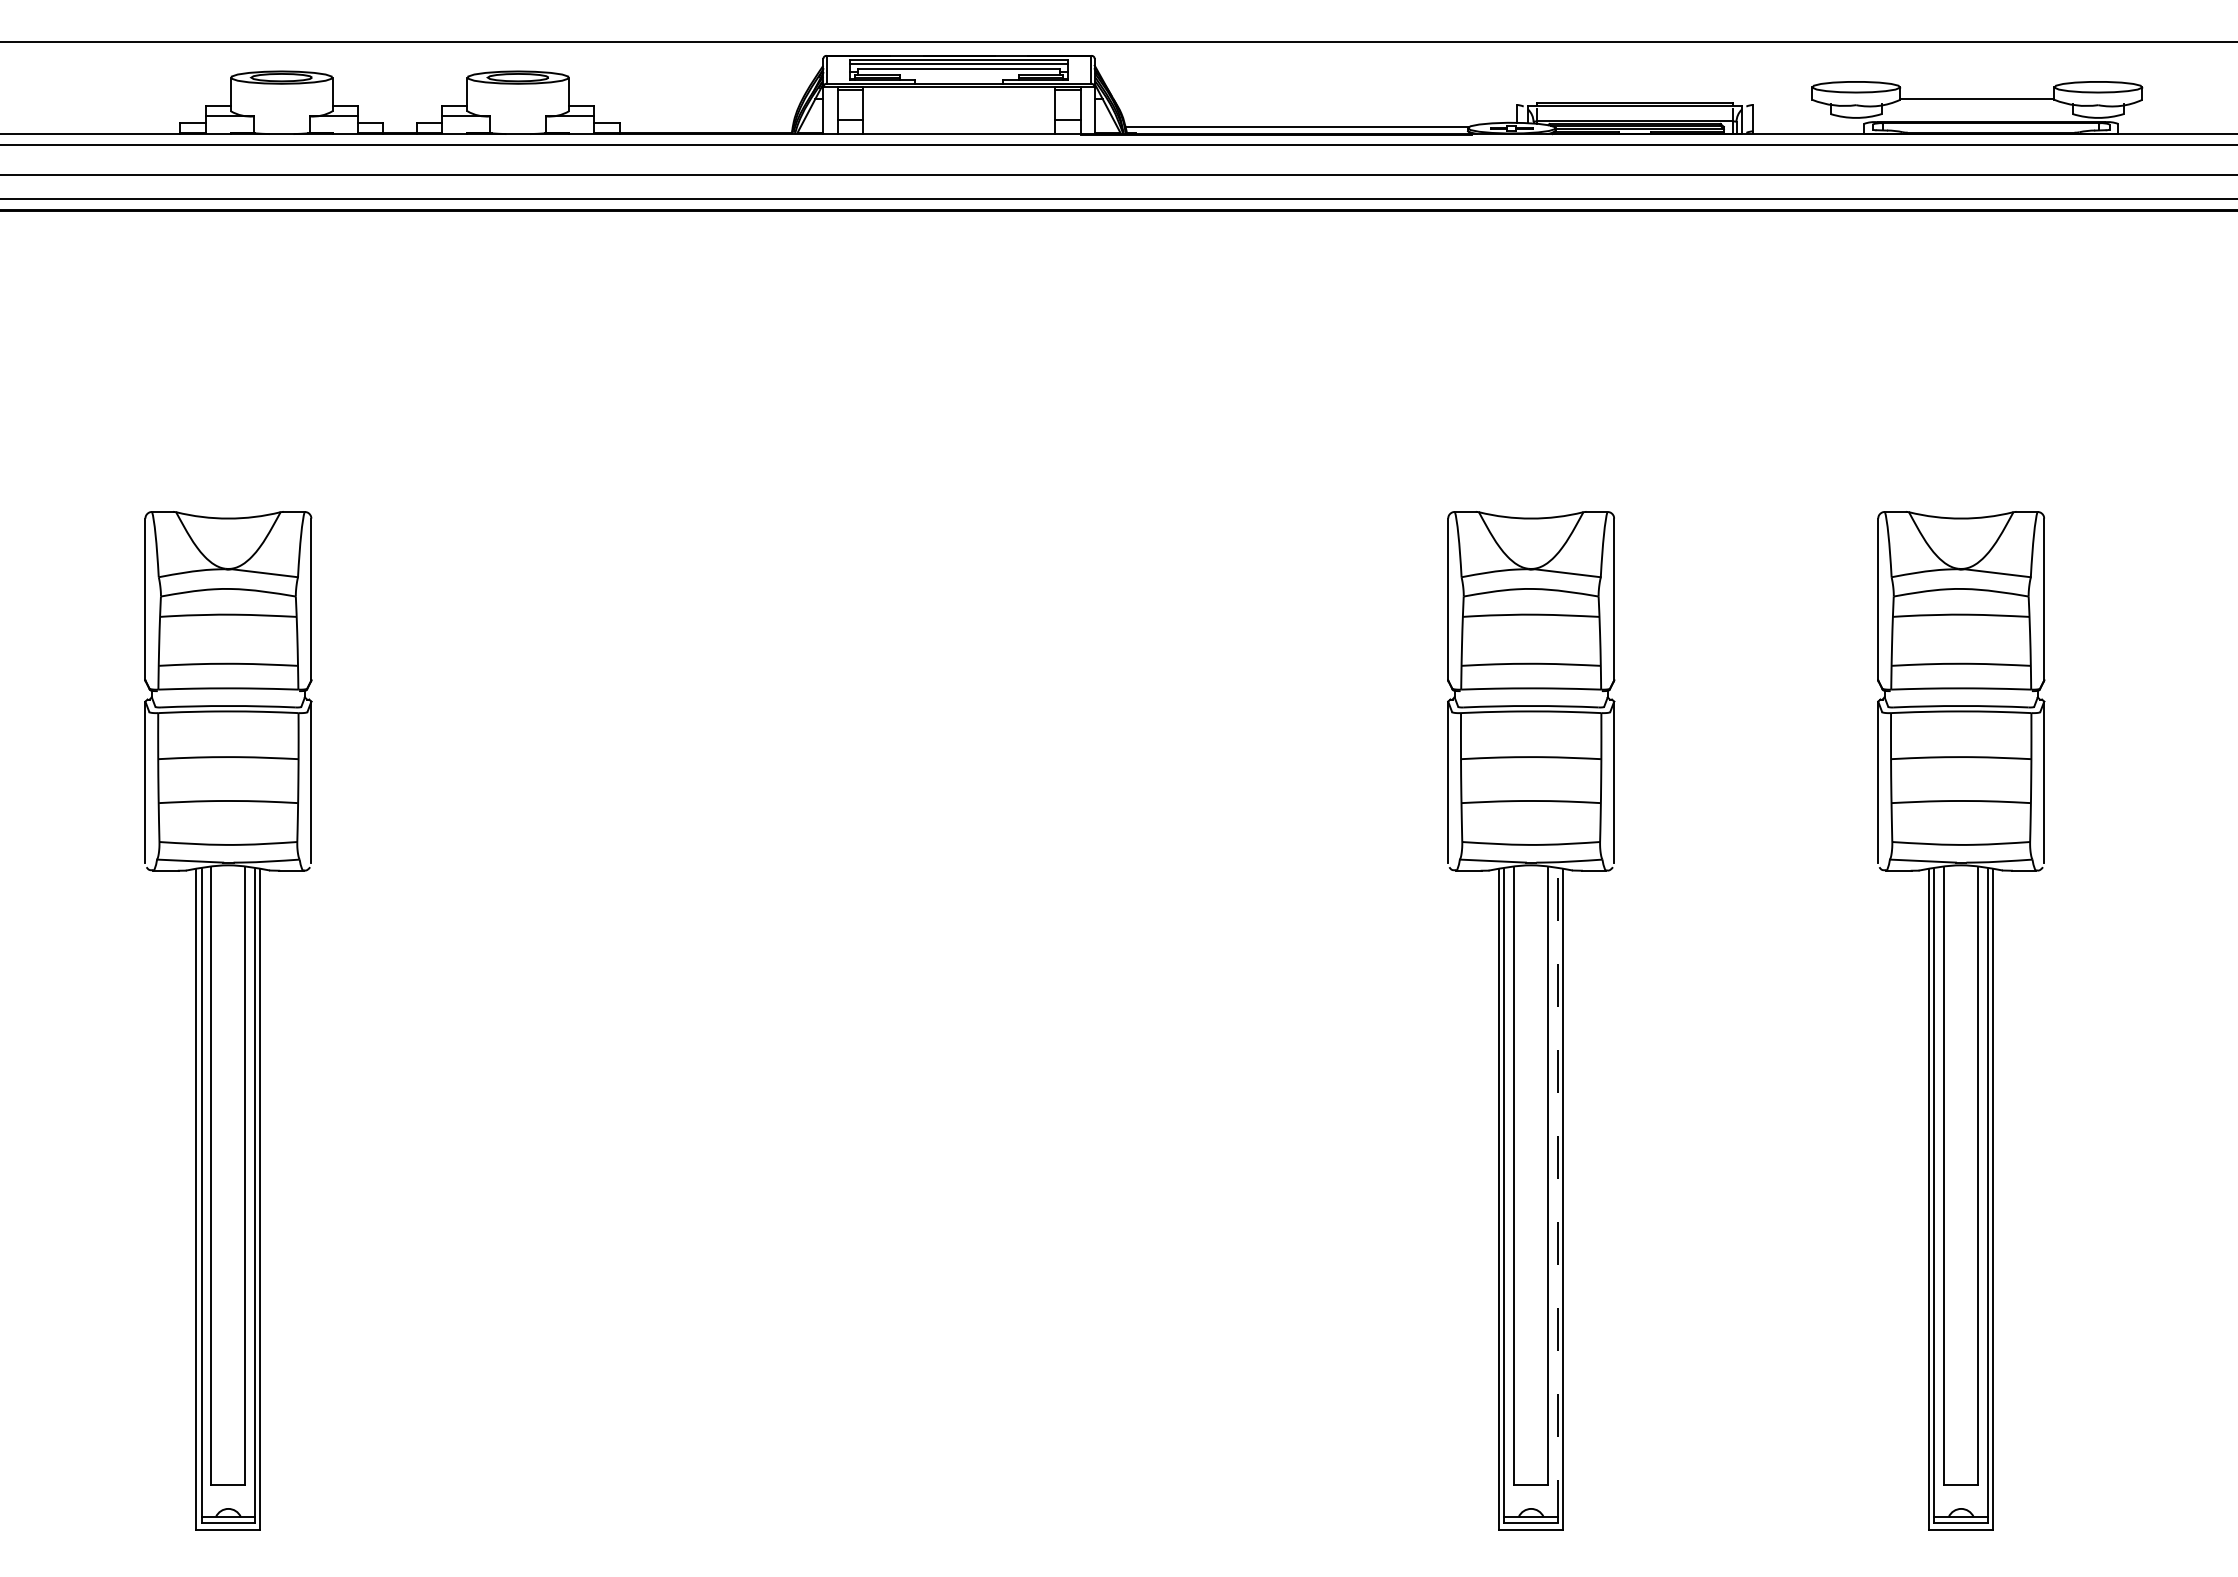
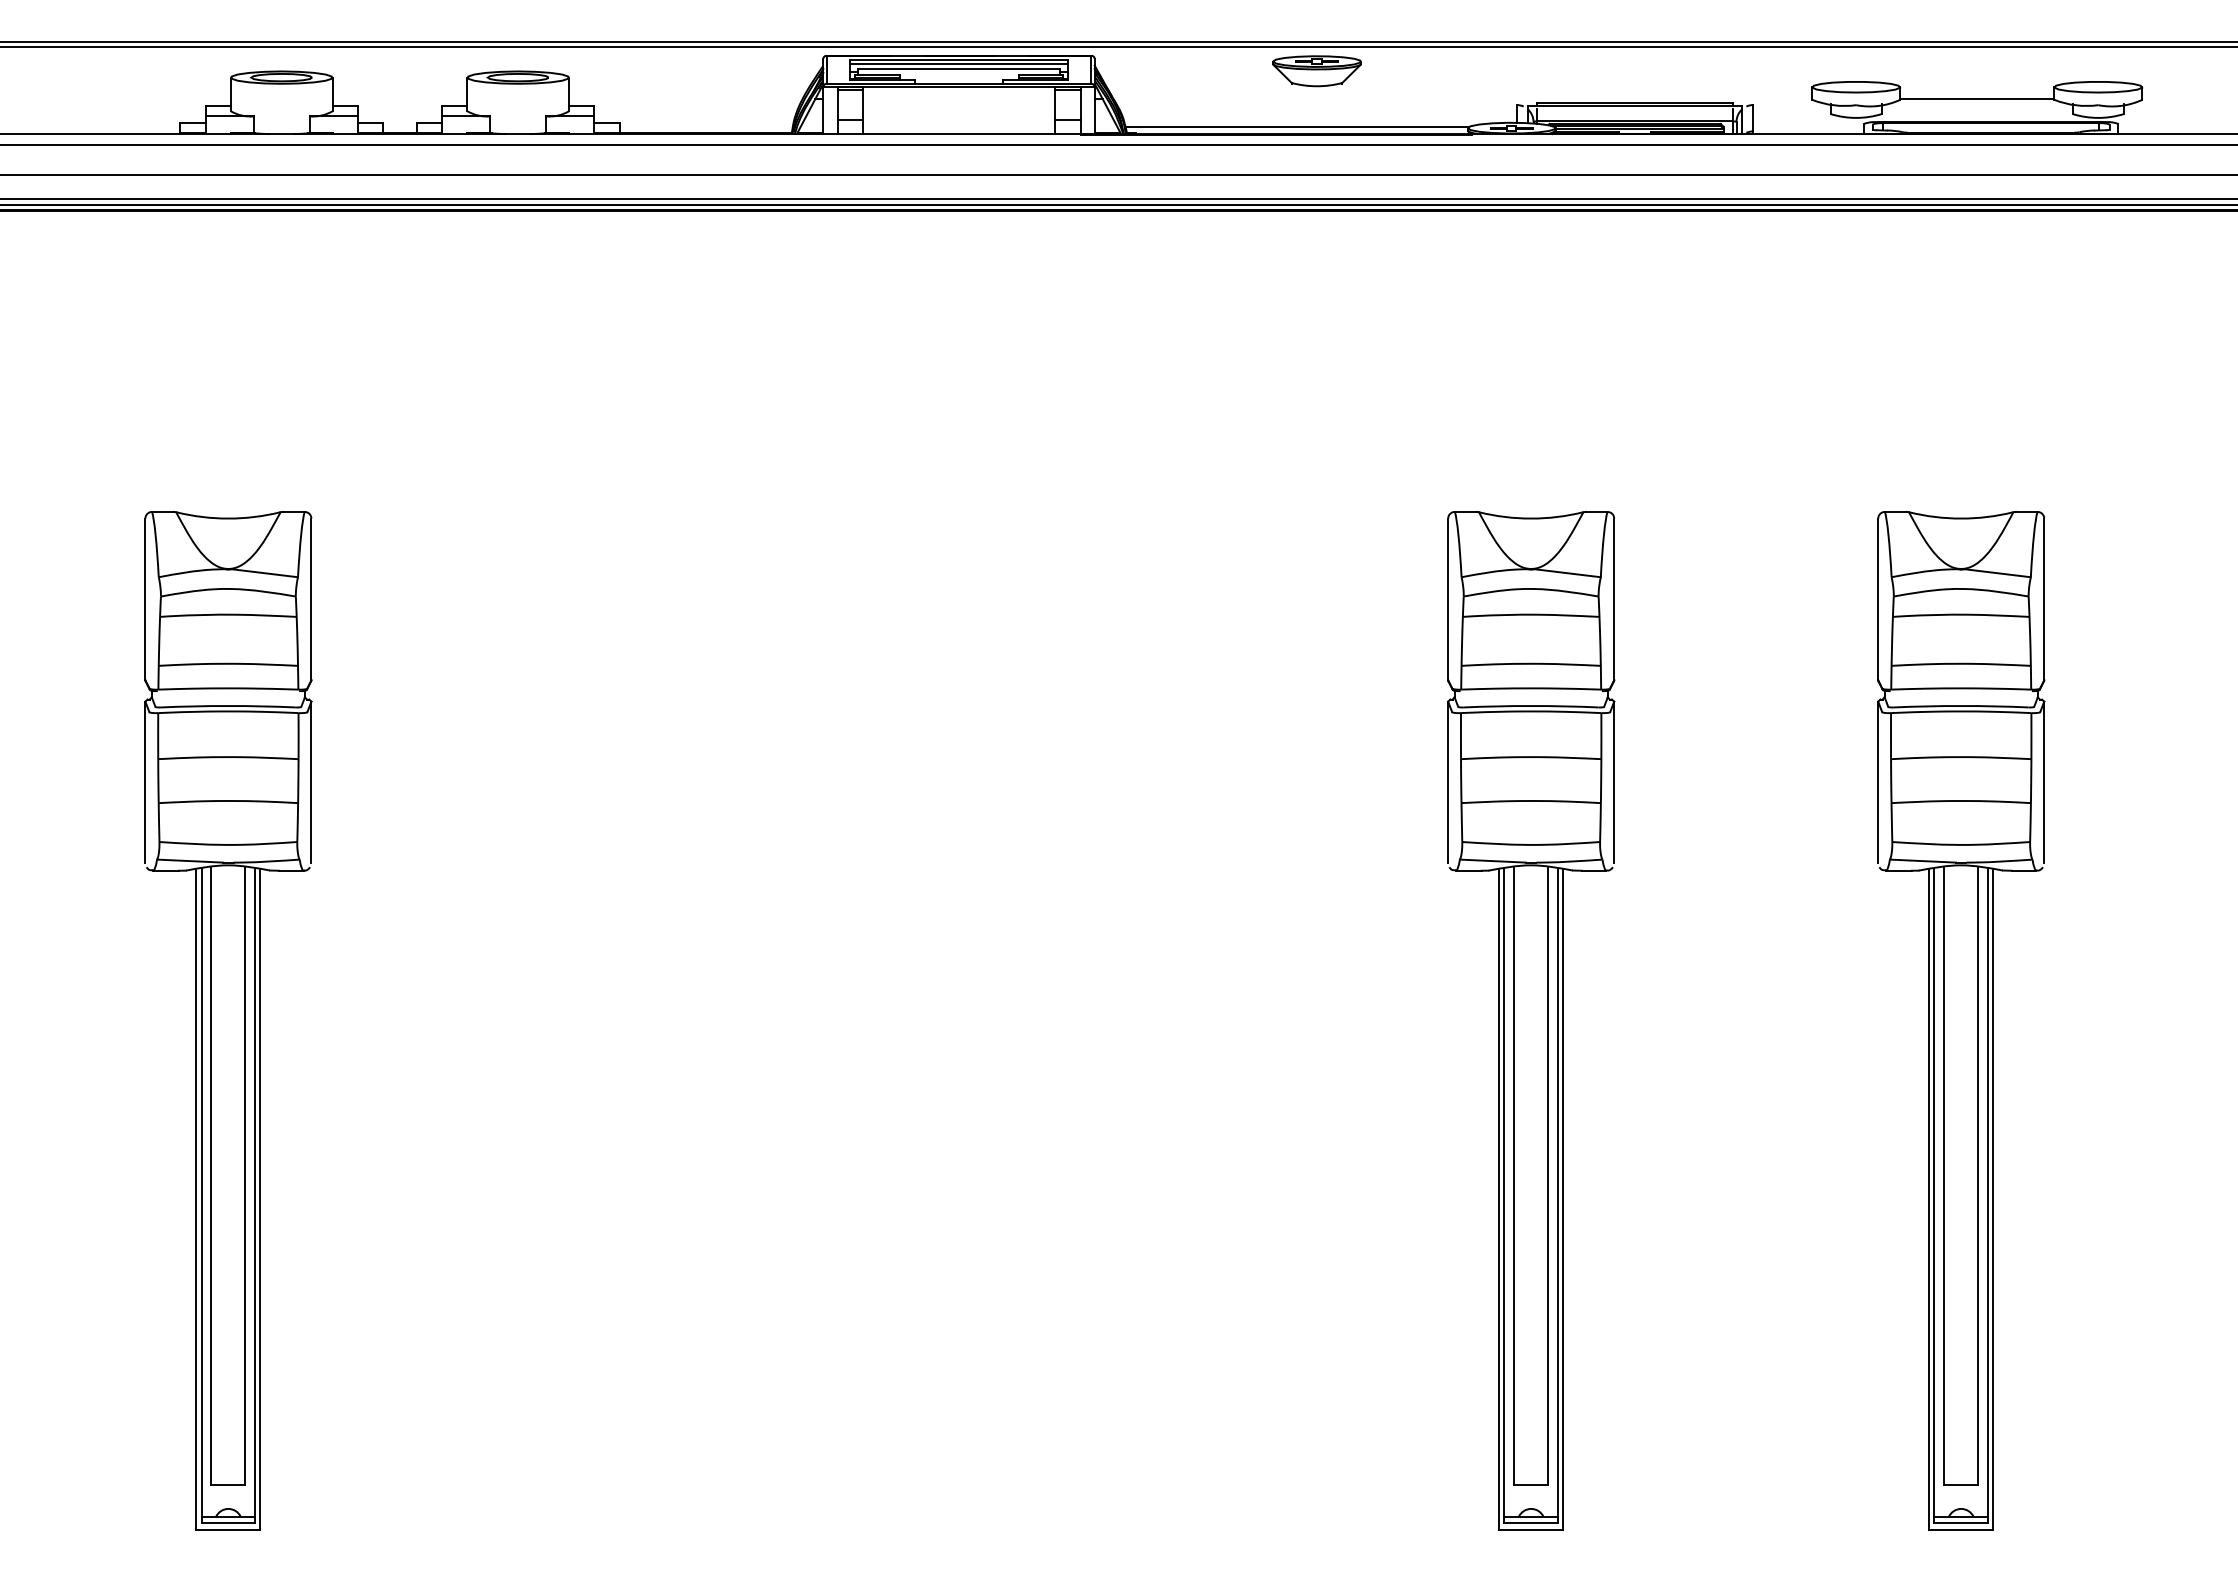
line at (1118, 47): none -> present
part at (1316, 71): none -> present
line at (1118, 205): none -> present
line at (1558, 1195): dashed -> solid
